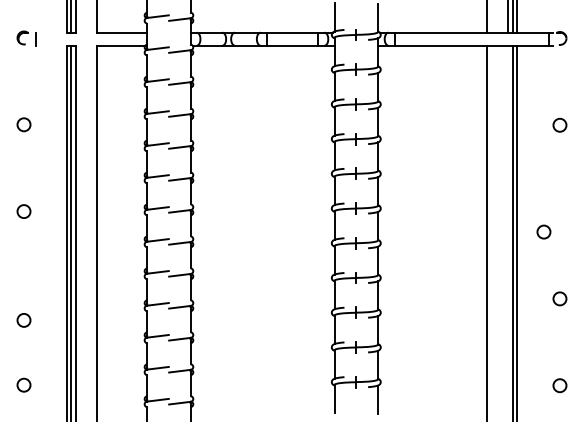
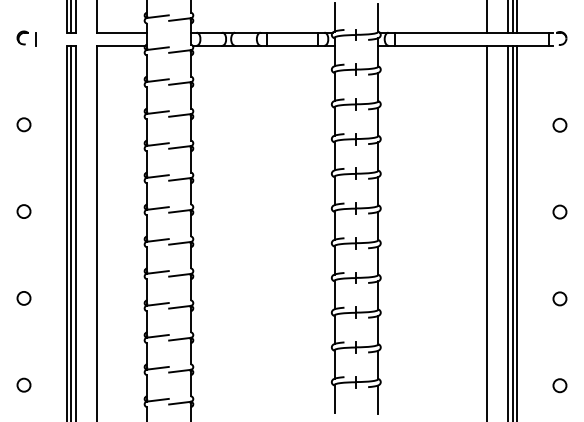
line at (508, 231): none -> present
circle at (543, 231) position: (543, 231) -> (559, 211)
circle at (23, 320) position: (23, 320) -> (23, 298)
